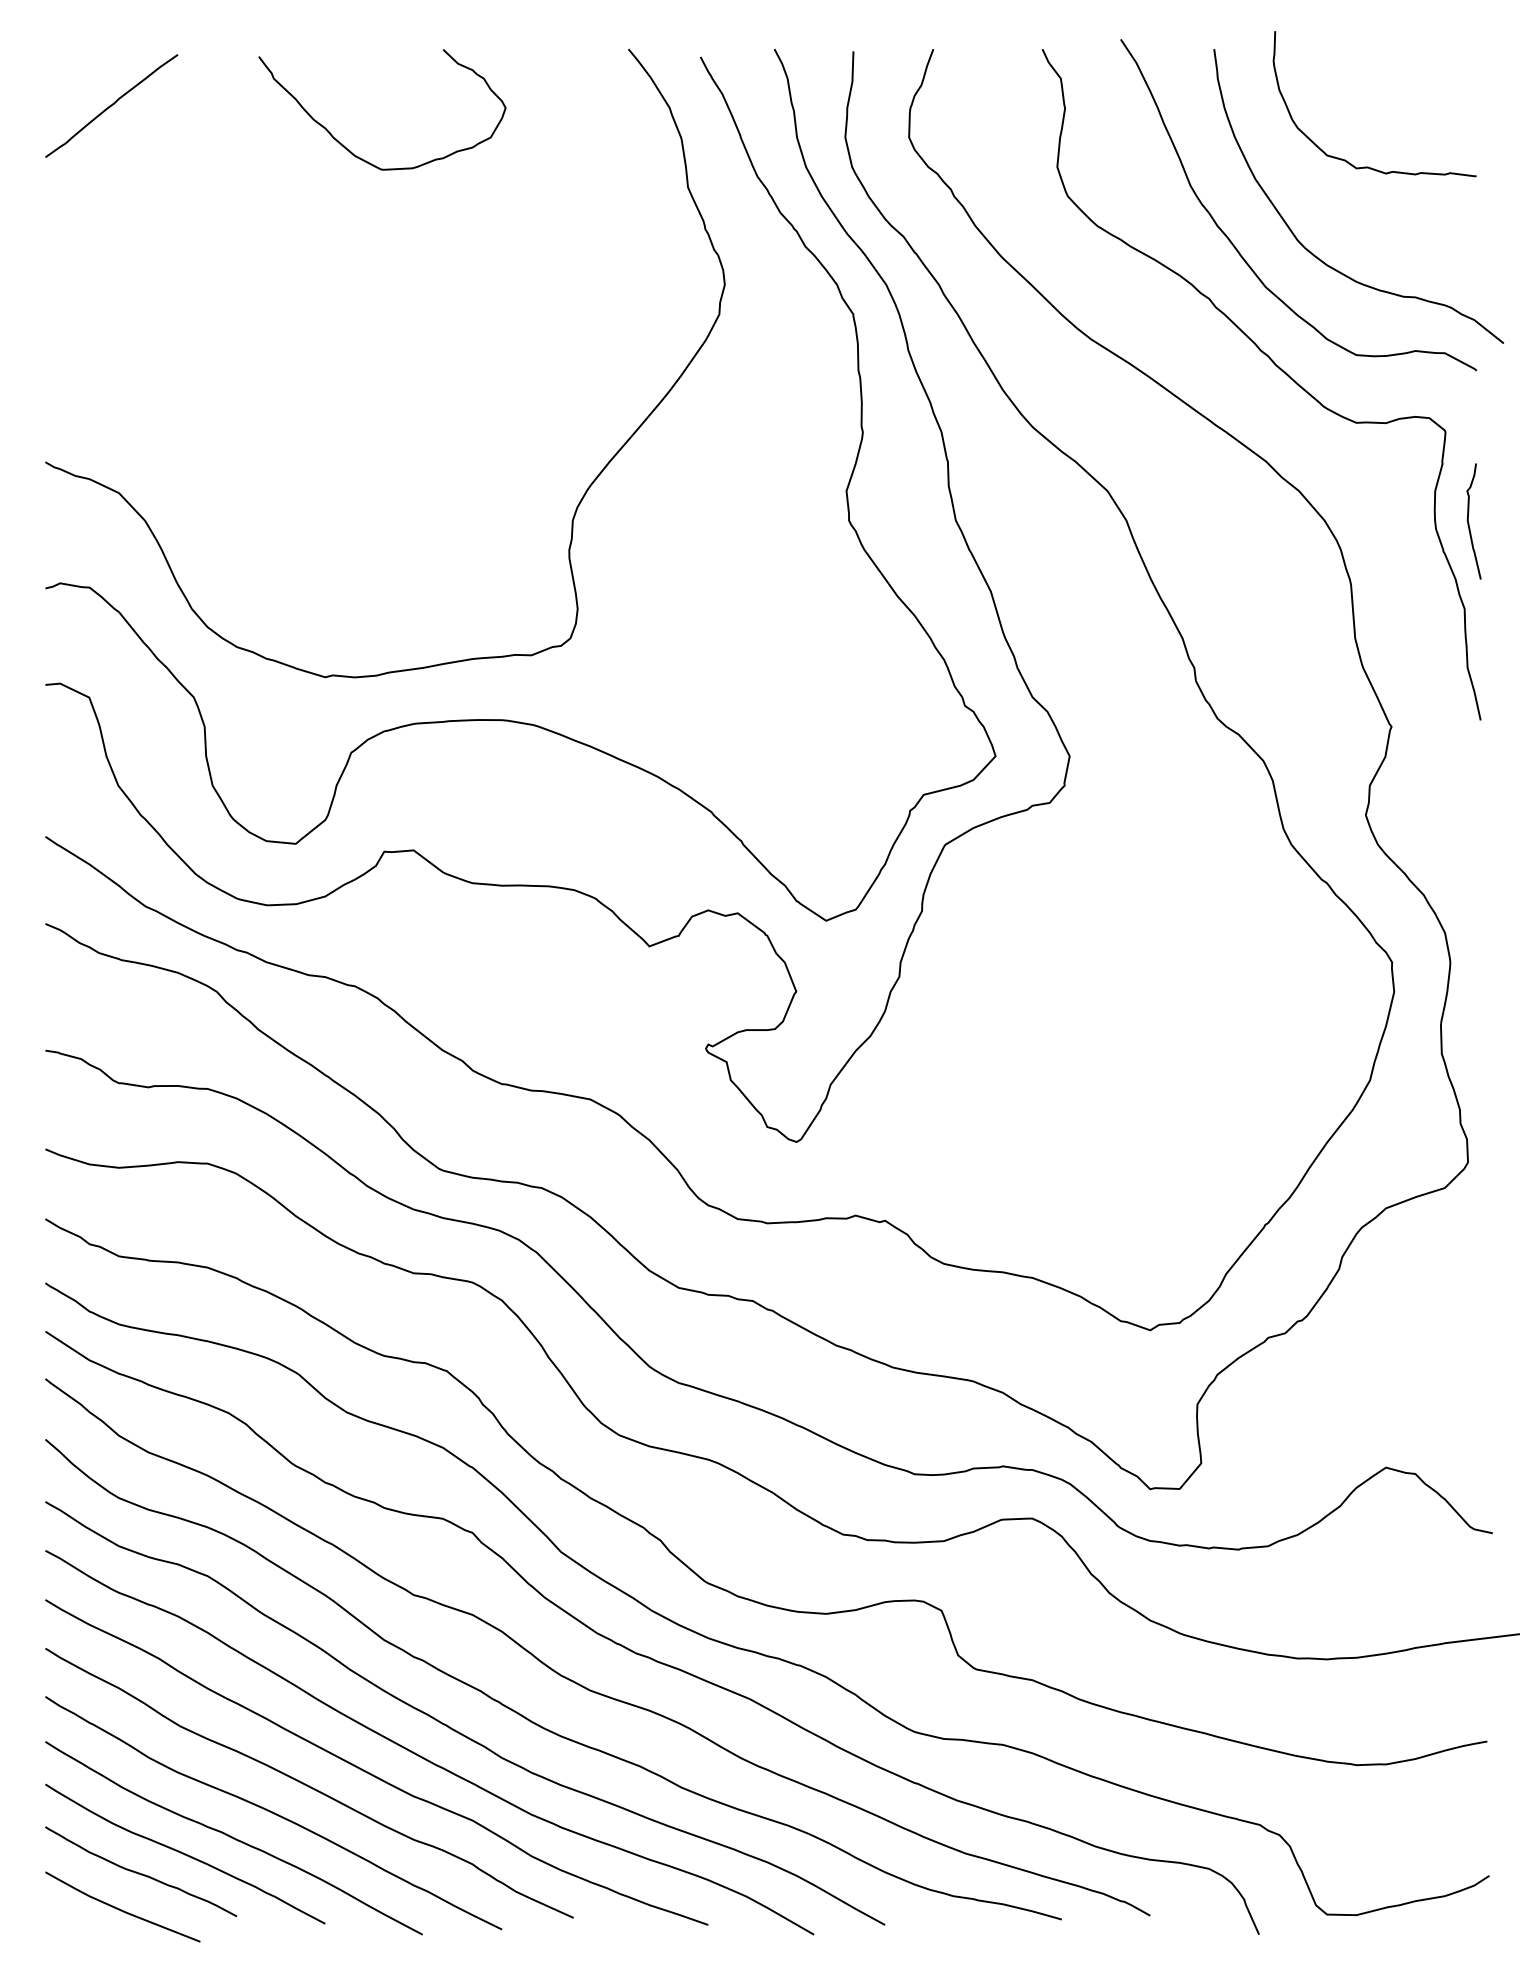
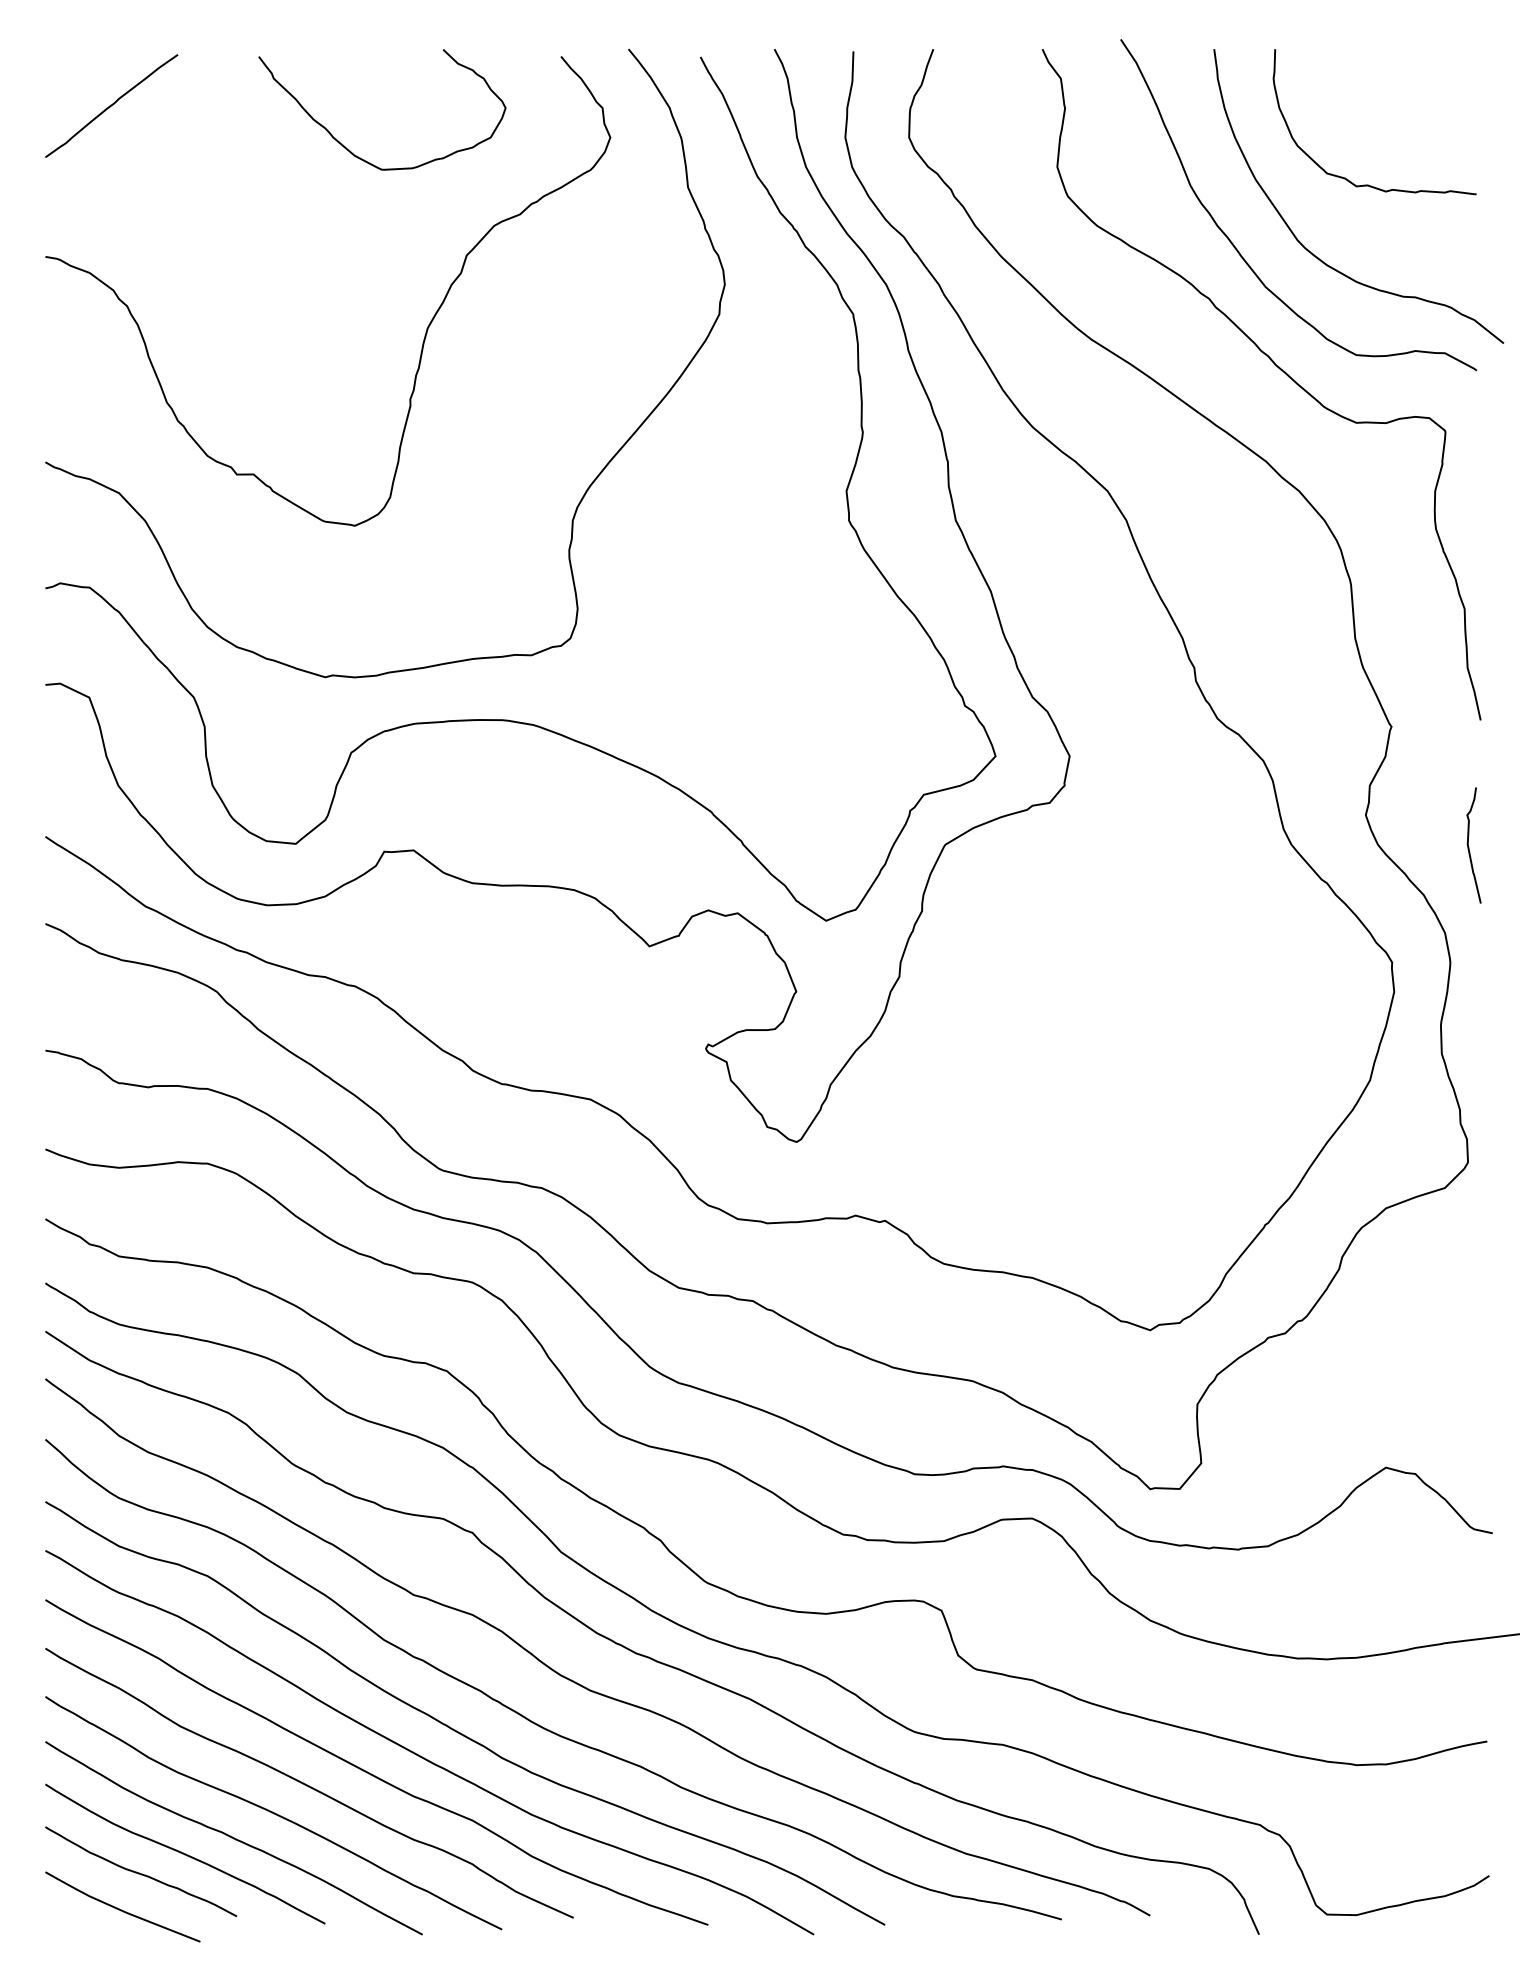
curve at (1345, 159) position: (1345, 159) -> (1345, 177)
curve at (426, 328): none -> present
curve at (1469, 523) position: (1469, 523) -> (1469, 847)
